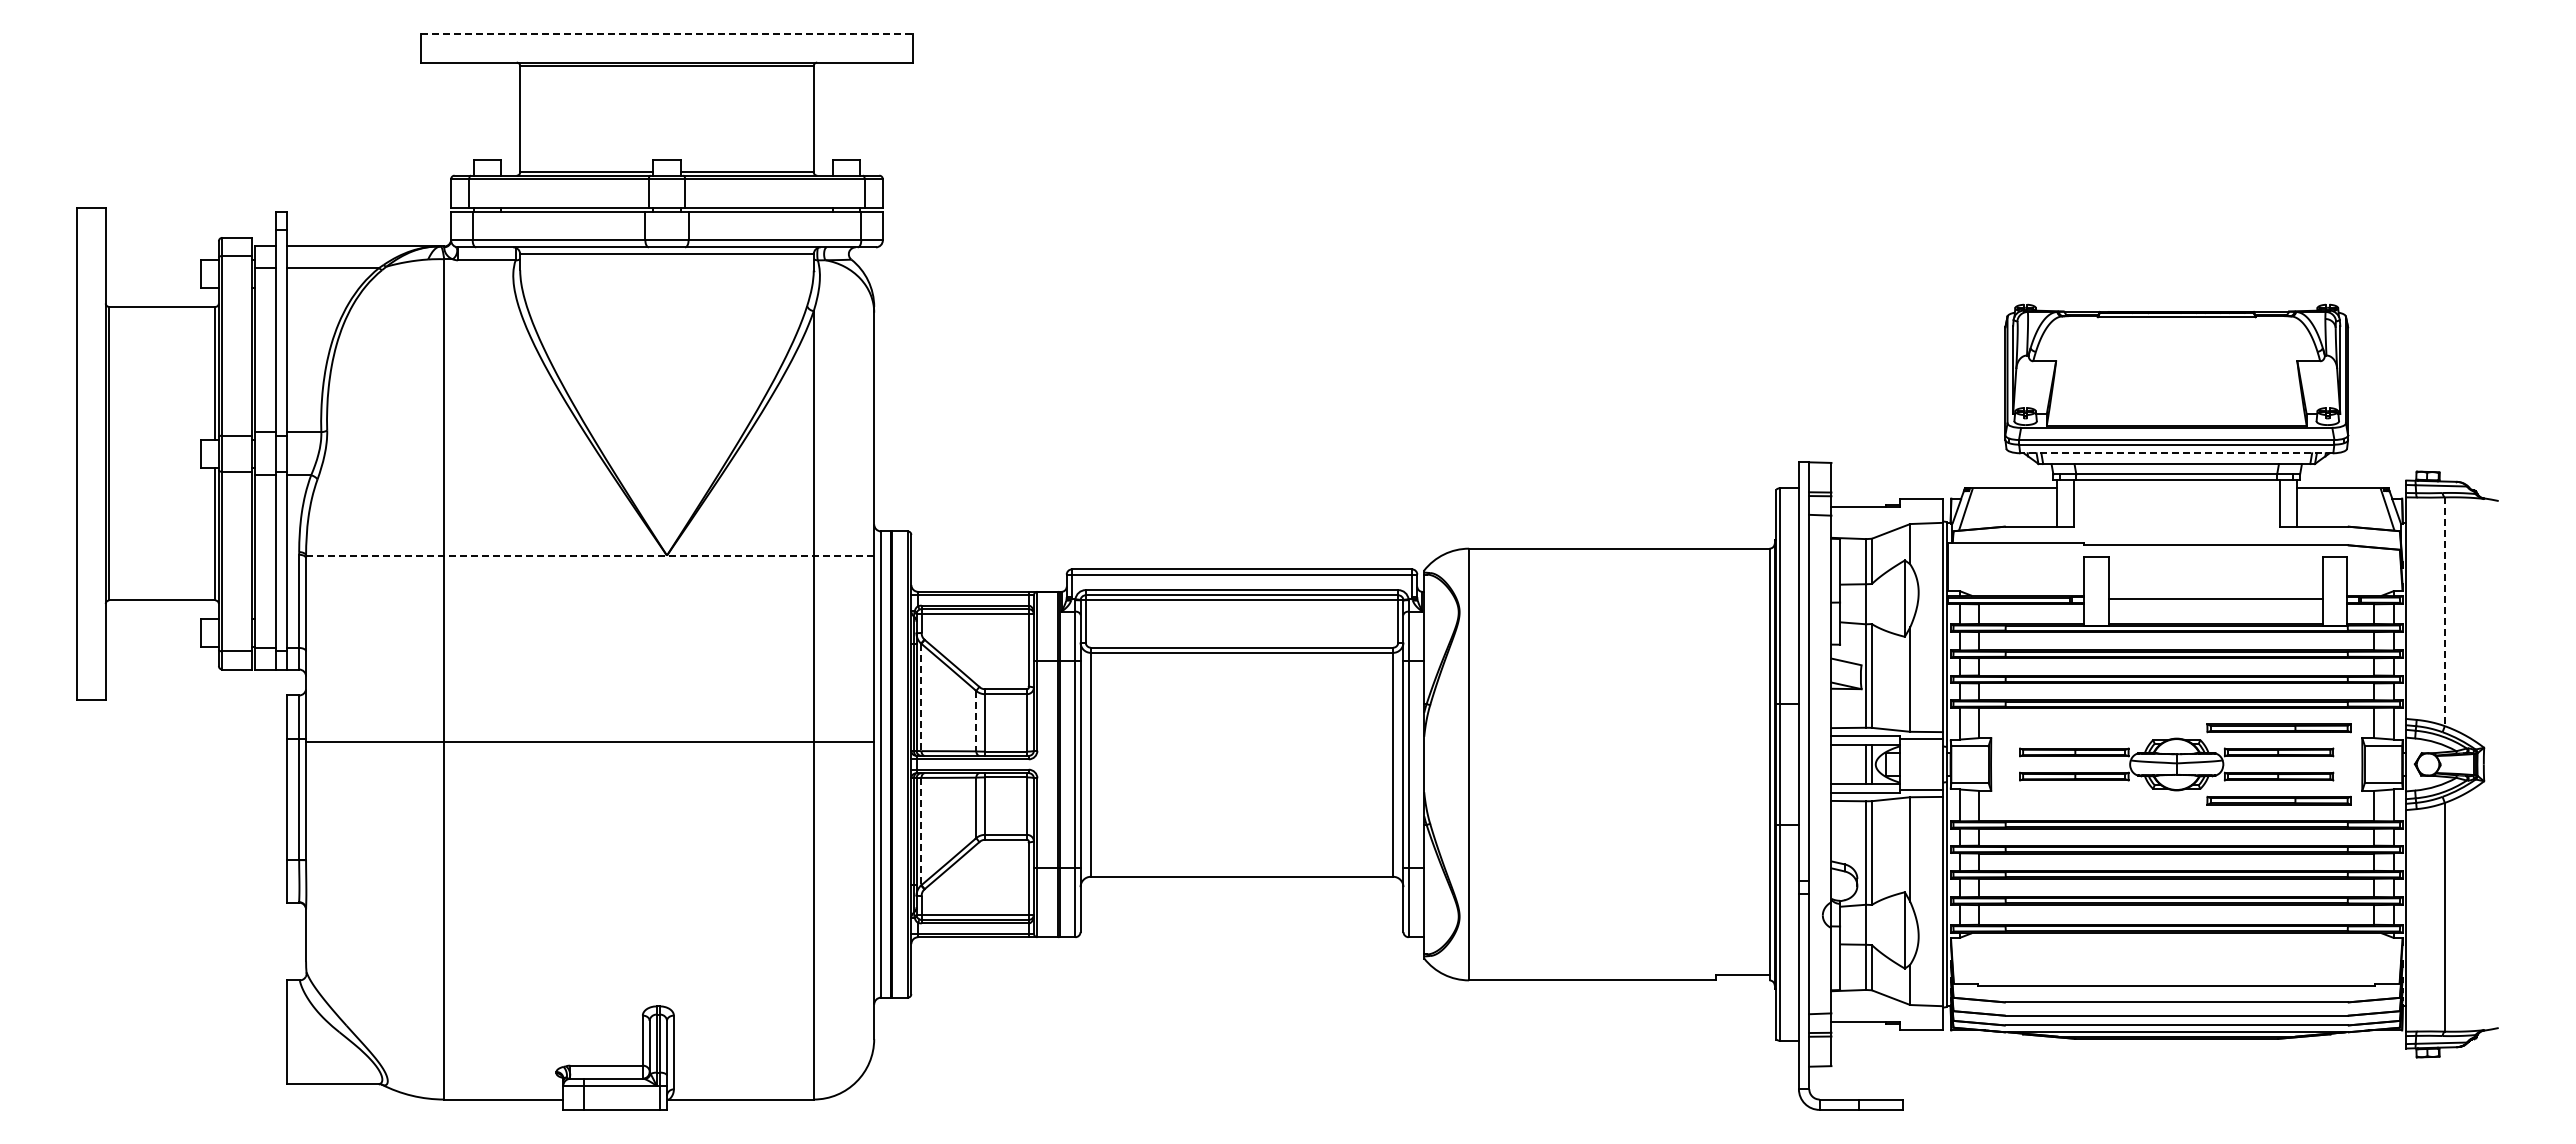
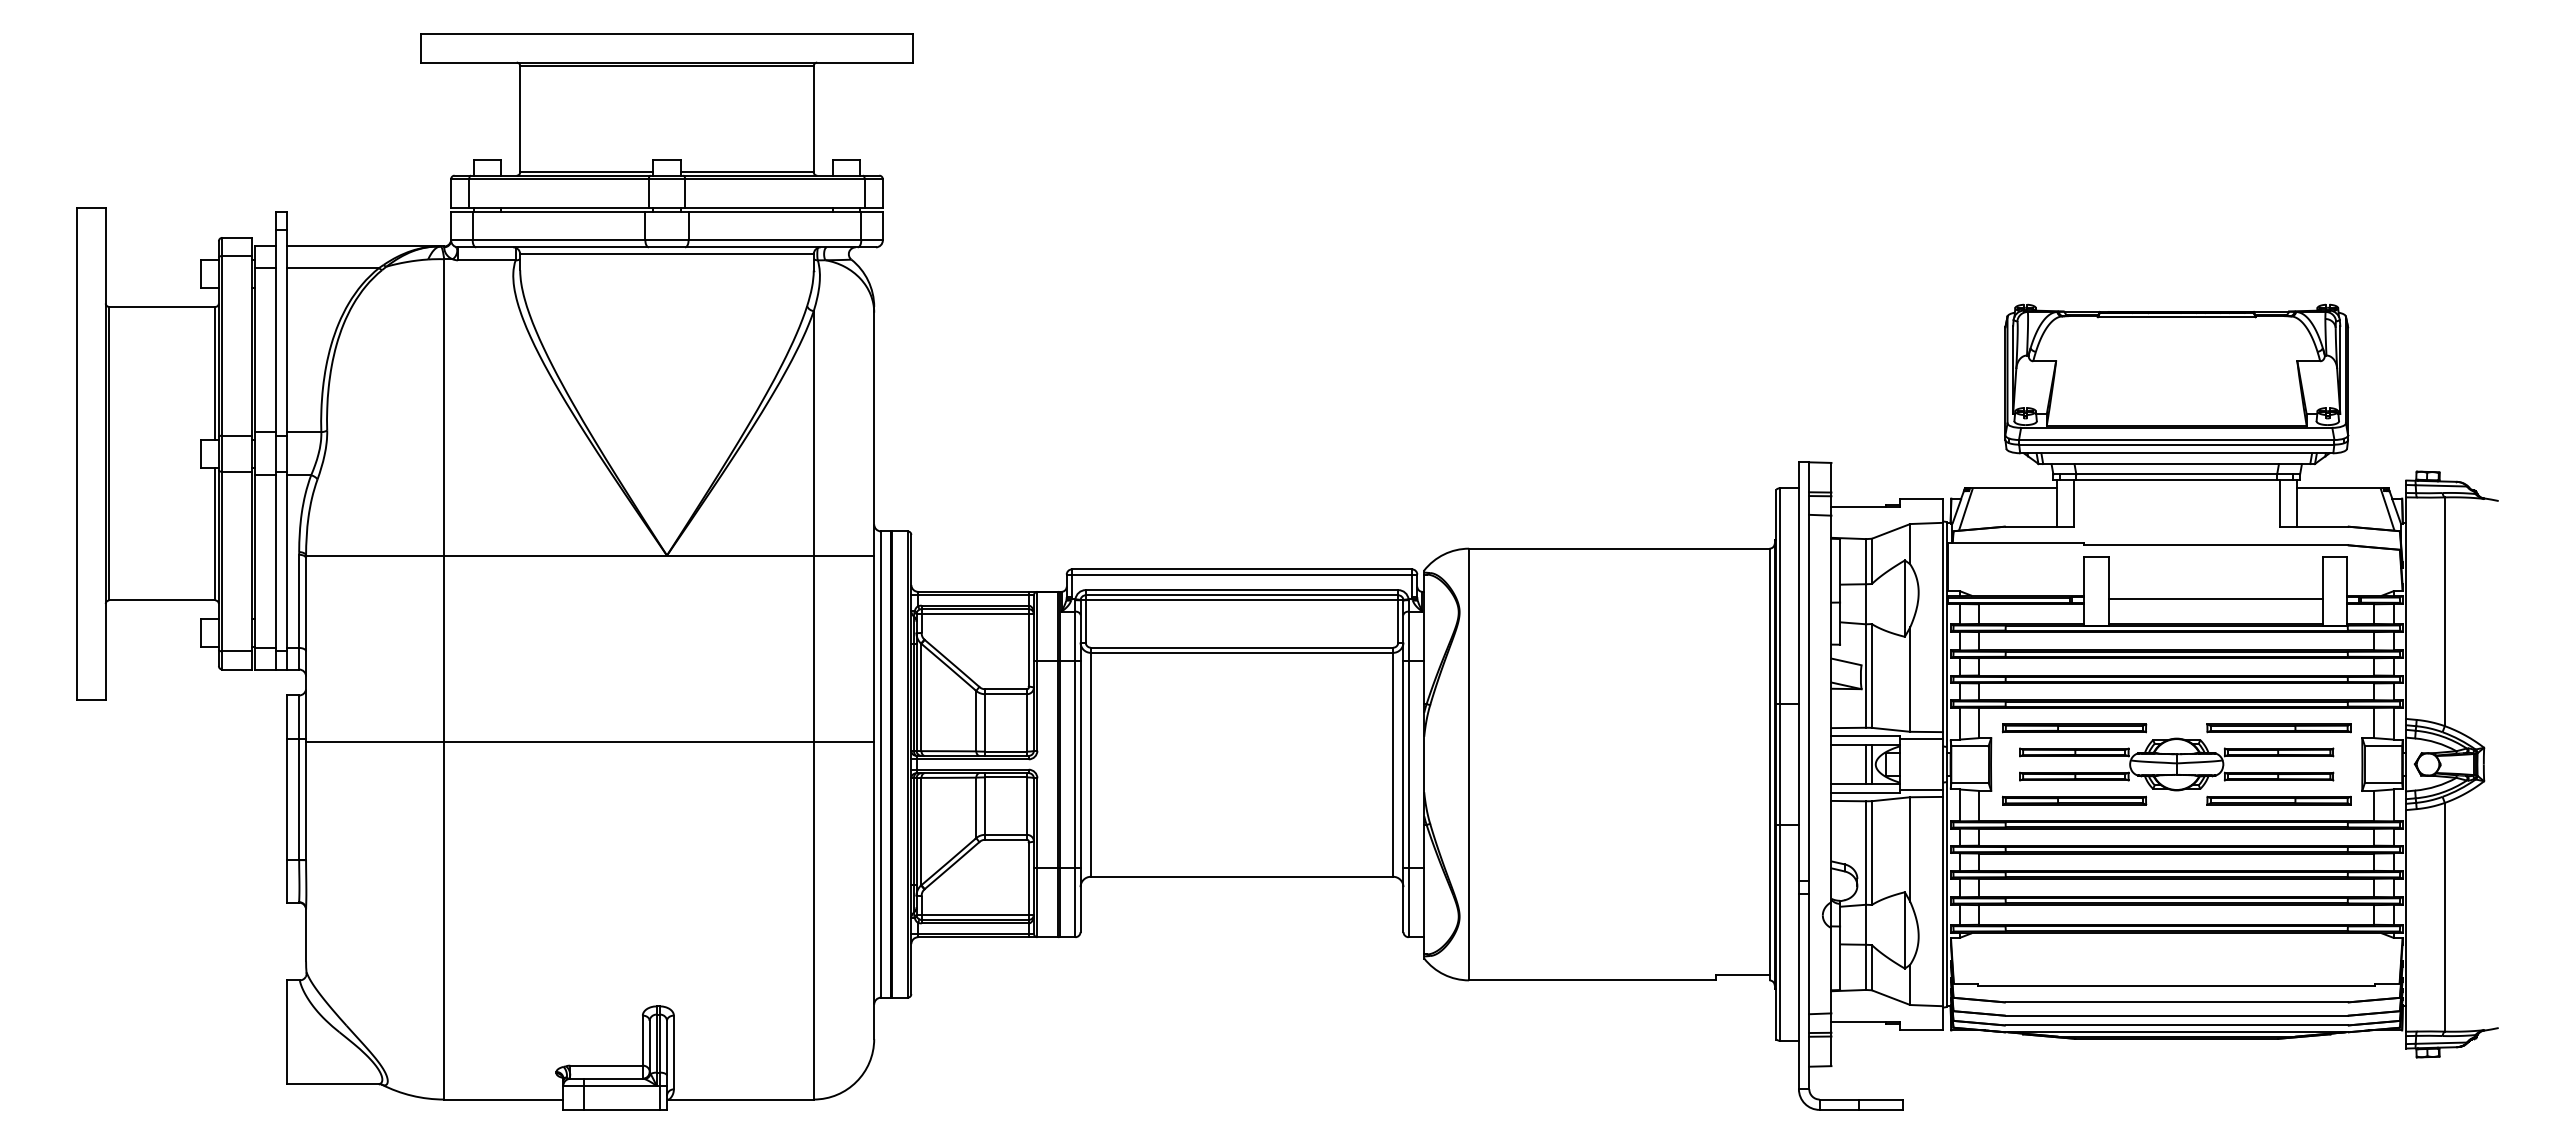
line at (667, 34): dashed -> solid
line at (2176, 453): dashed -> solid
line at (589, 555): dashed -> solid
line at (2444, 612): dashed -> solid
line at (921, 697): dashed -> solid
line at (976, 721): dashed -> solid
part at (2074, 728): none -> present
part at (2074, 800): none -> present
line at (921, 831): dashed -> solid
